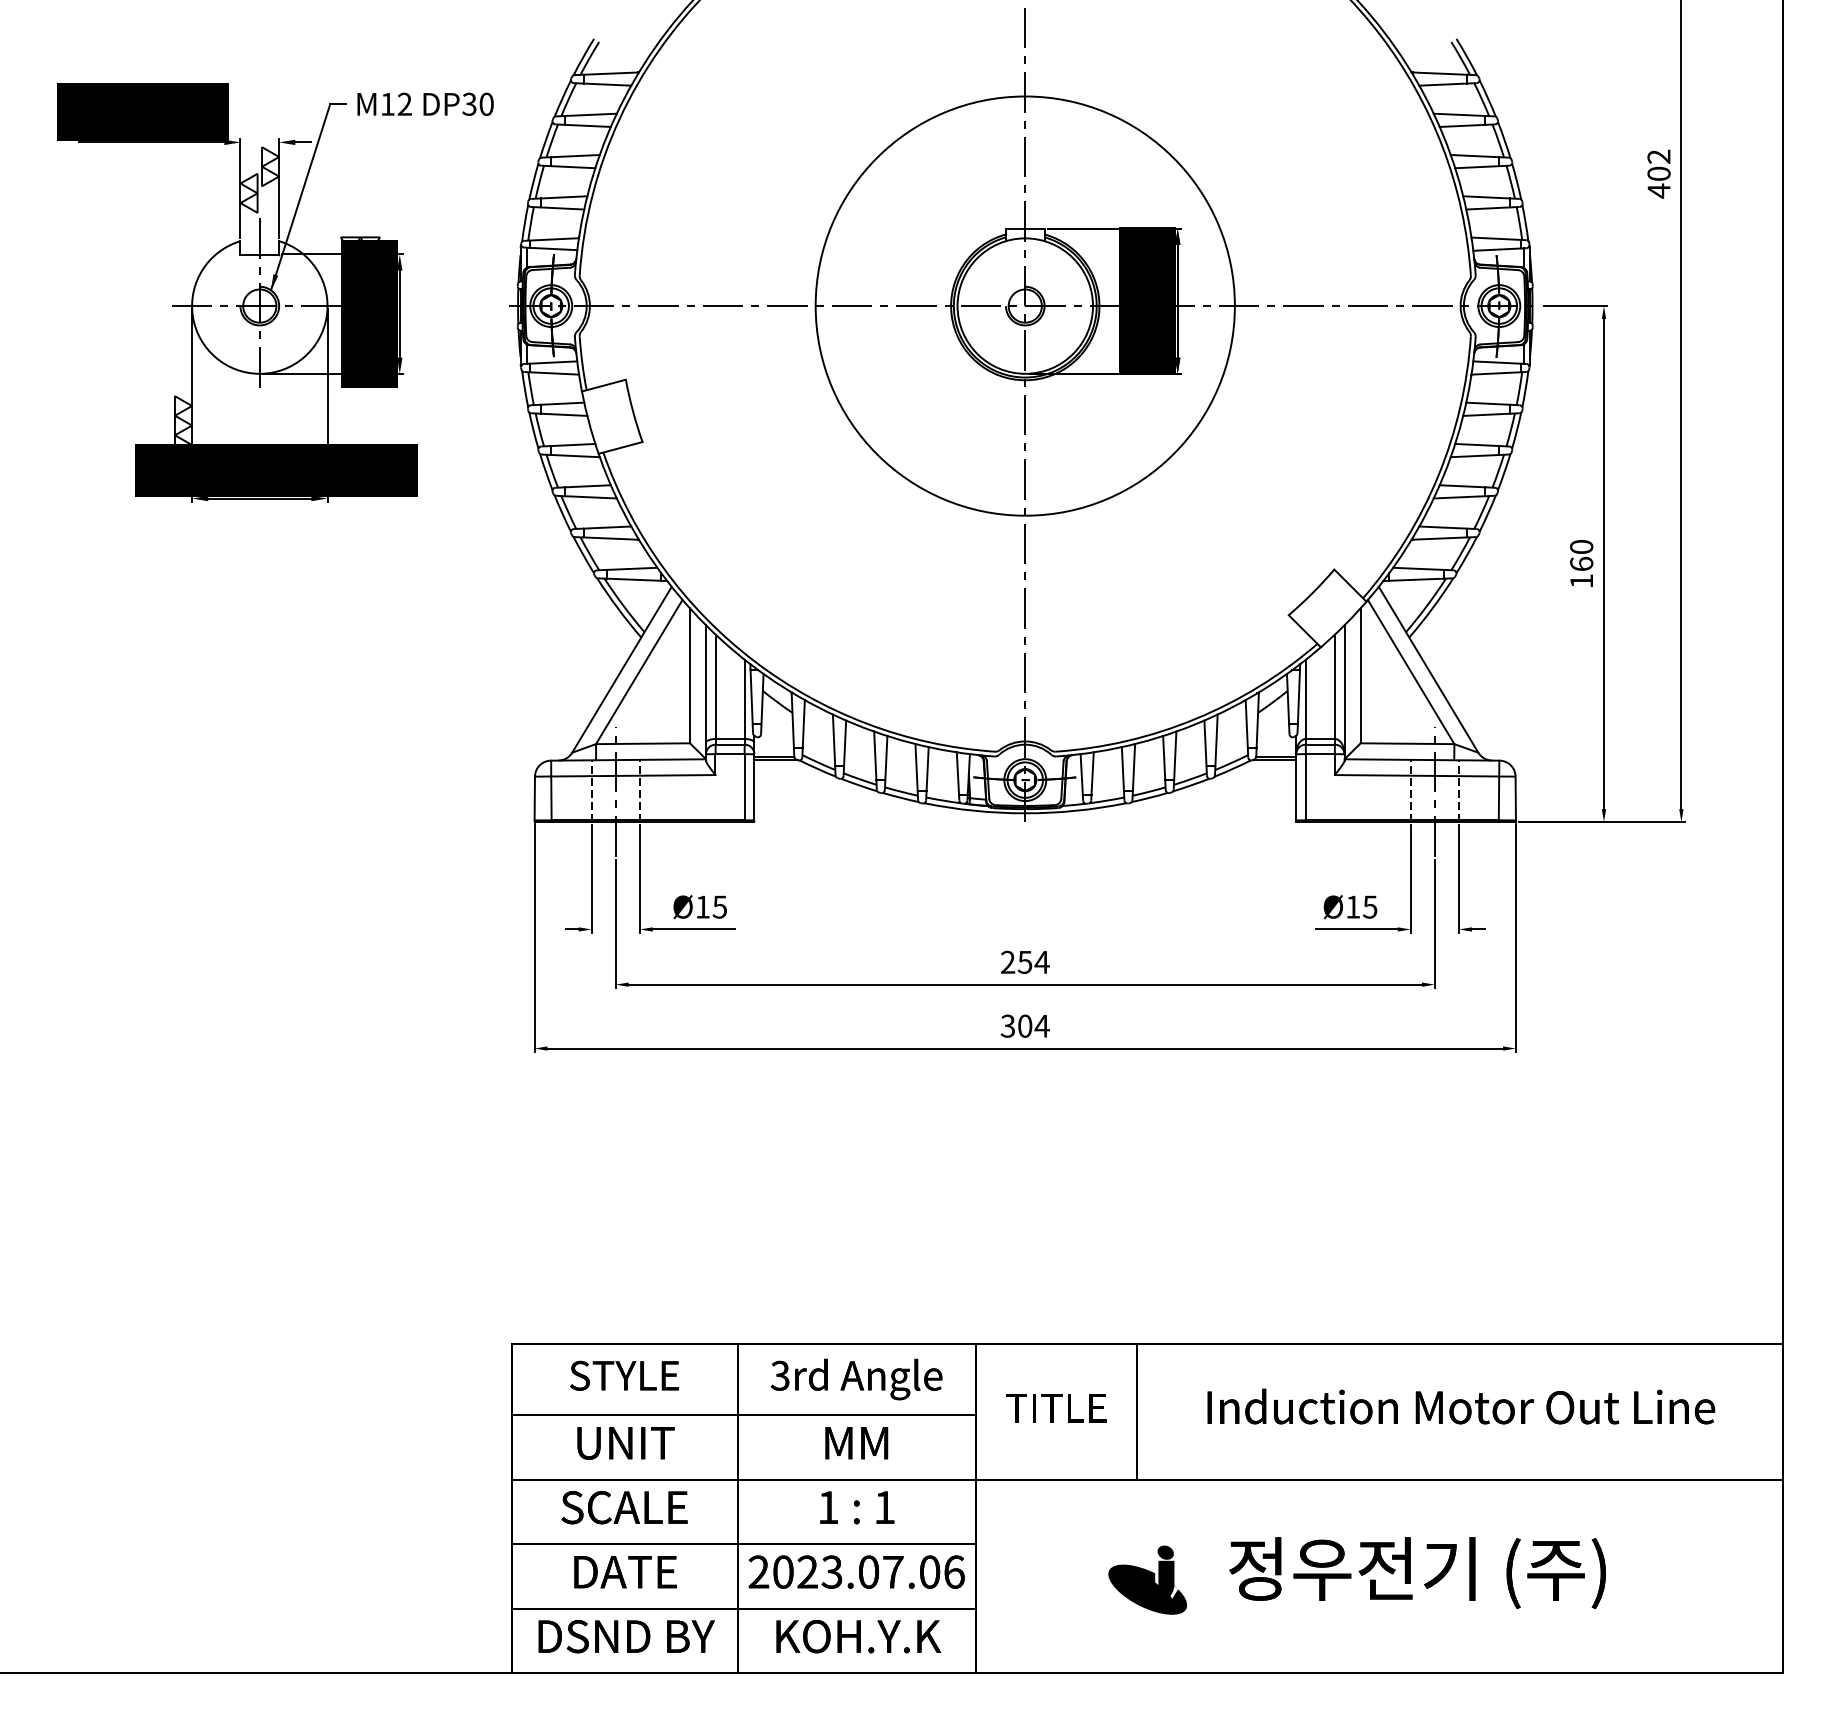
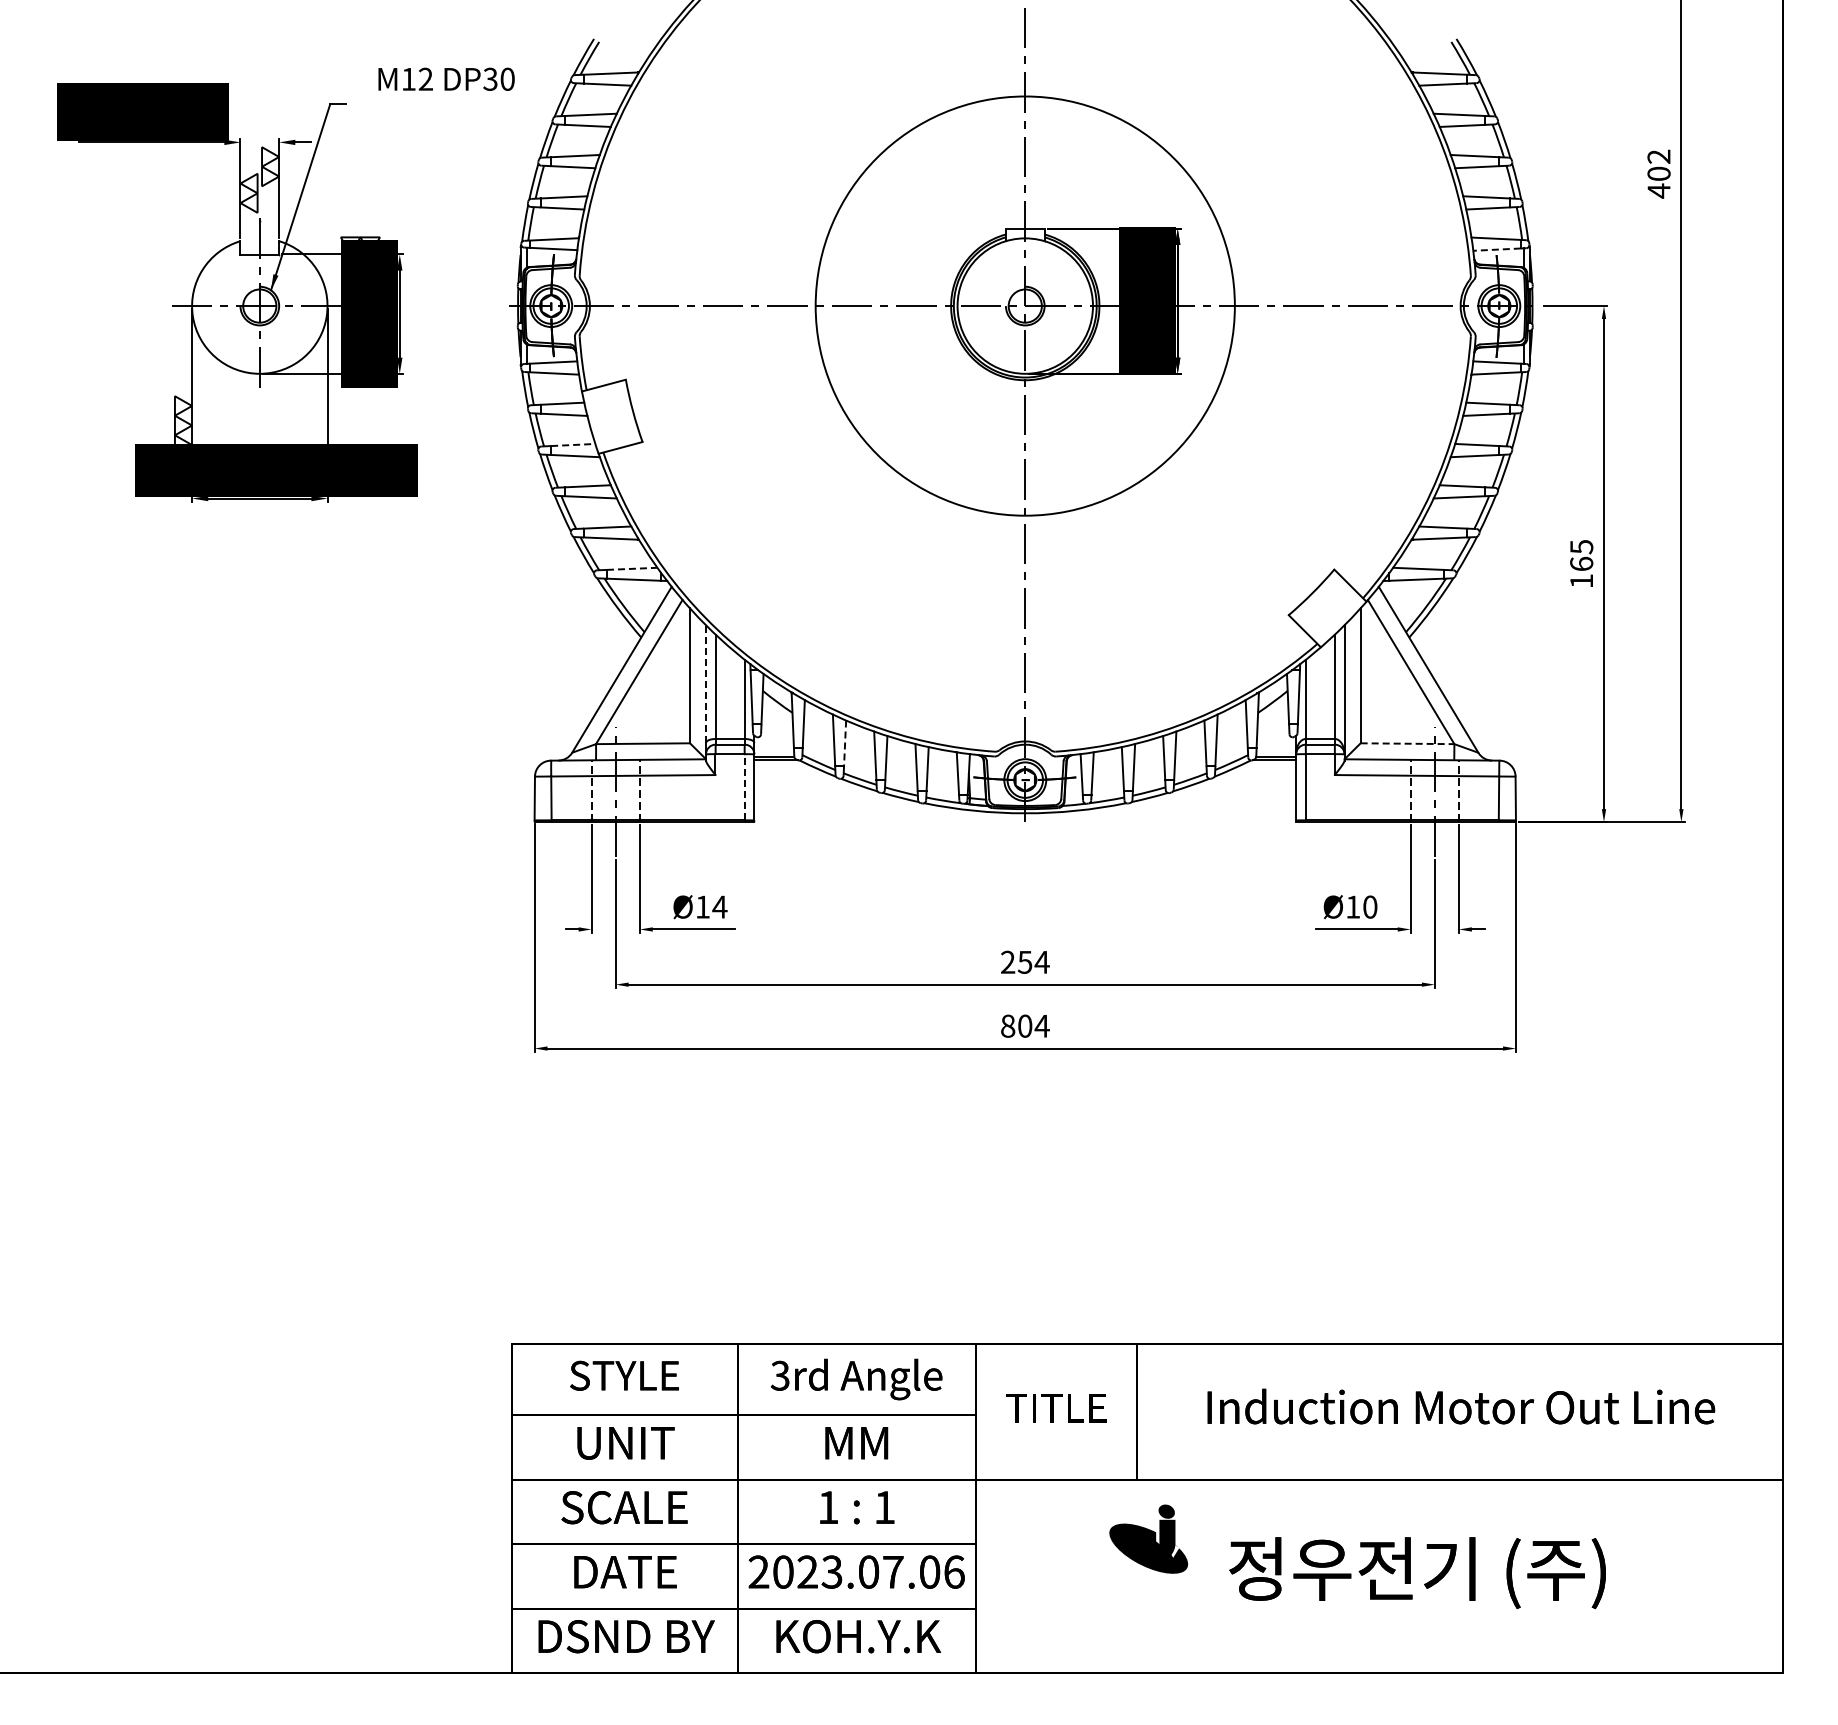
text at (425, 103) position: (425, 103) -> (446, 78)
line at (1497, 249): solid -> dashed
line at (573, 444): solid -> dashed
text at (1581, 547): 160 -> 165
line at (632, 568): solid -> dashed
line at (706, 684): solid -> dashed
line at (845, 743): solid -> dashed
line at (1407, 743): solid -> dashed
line at (744, 786): solid -> dashed
text at (719, 906): 15 -> 14
text at (1370, 906): 15 -> 10
text at (1007, 1025): 304 -> 804
part at (1147, 1579) position: (1147, 1579) -> (1148, 1538)
